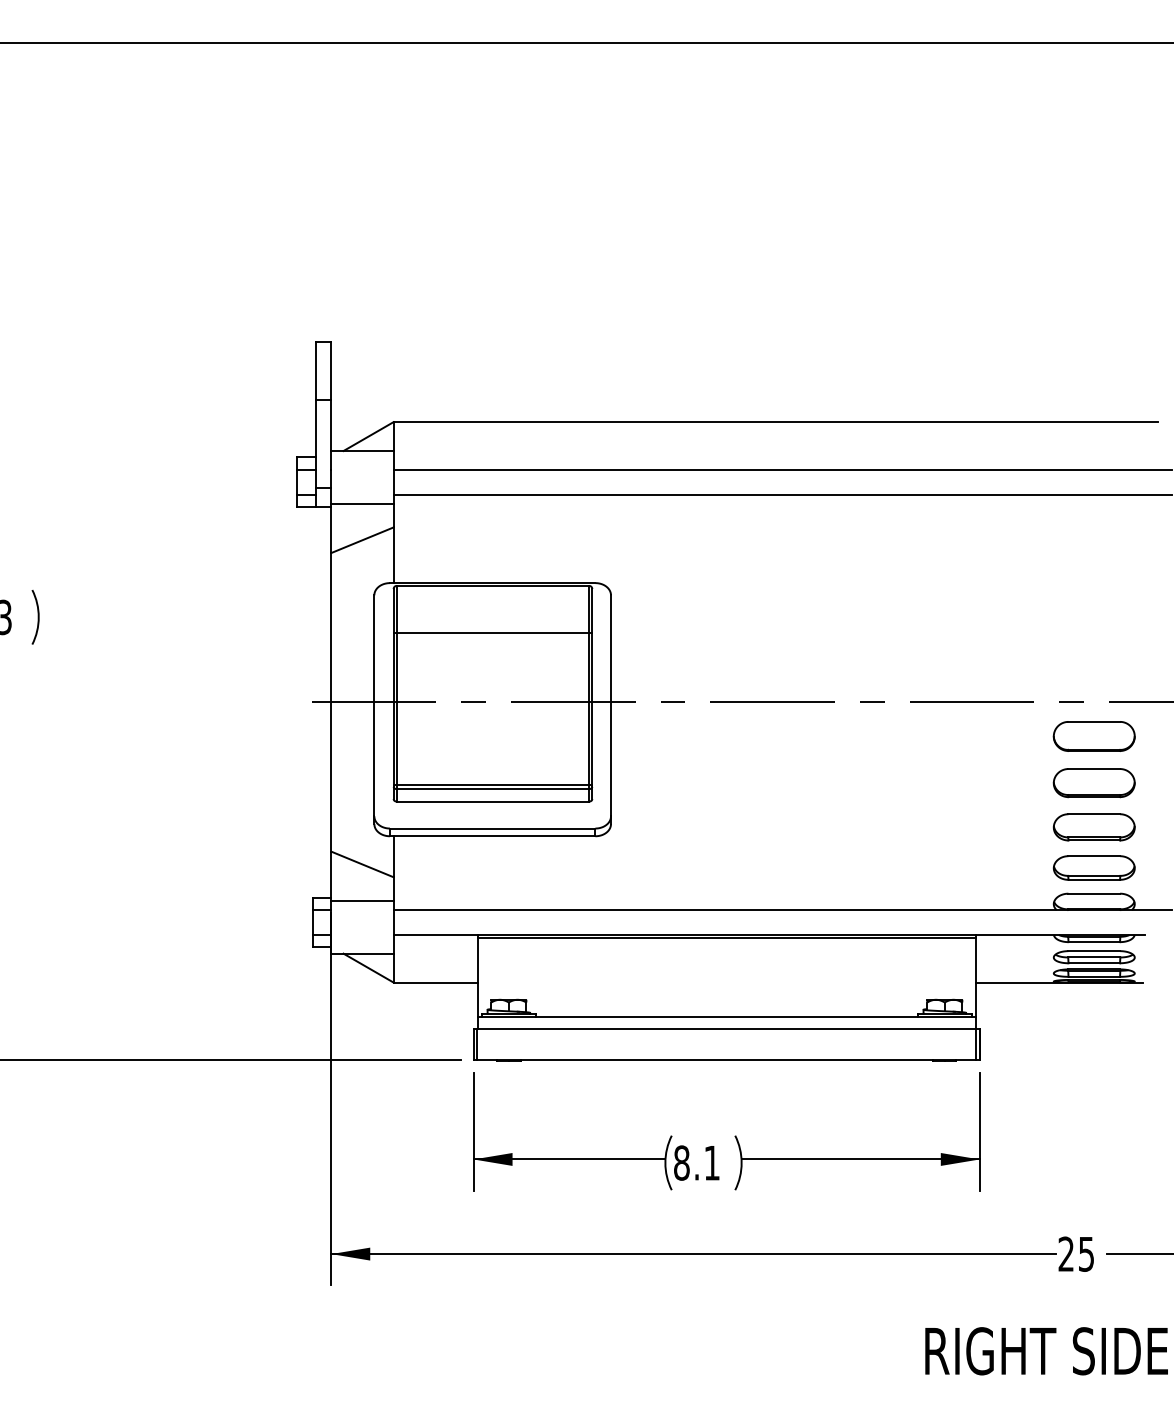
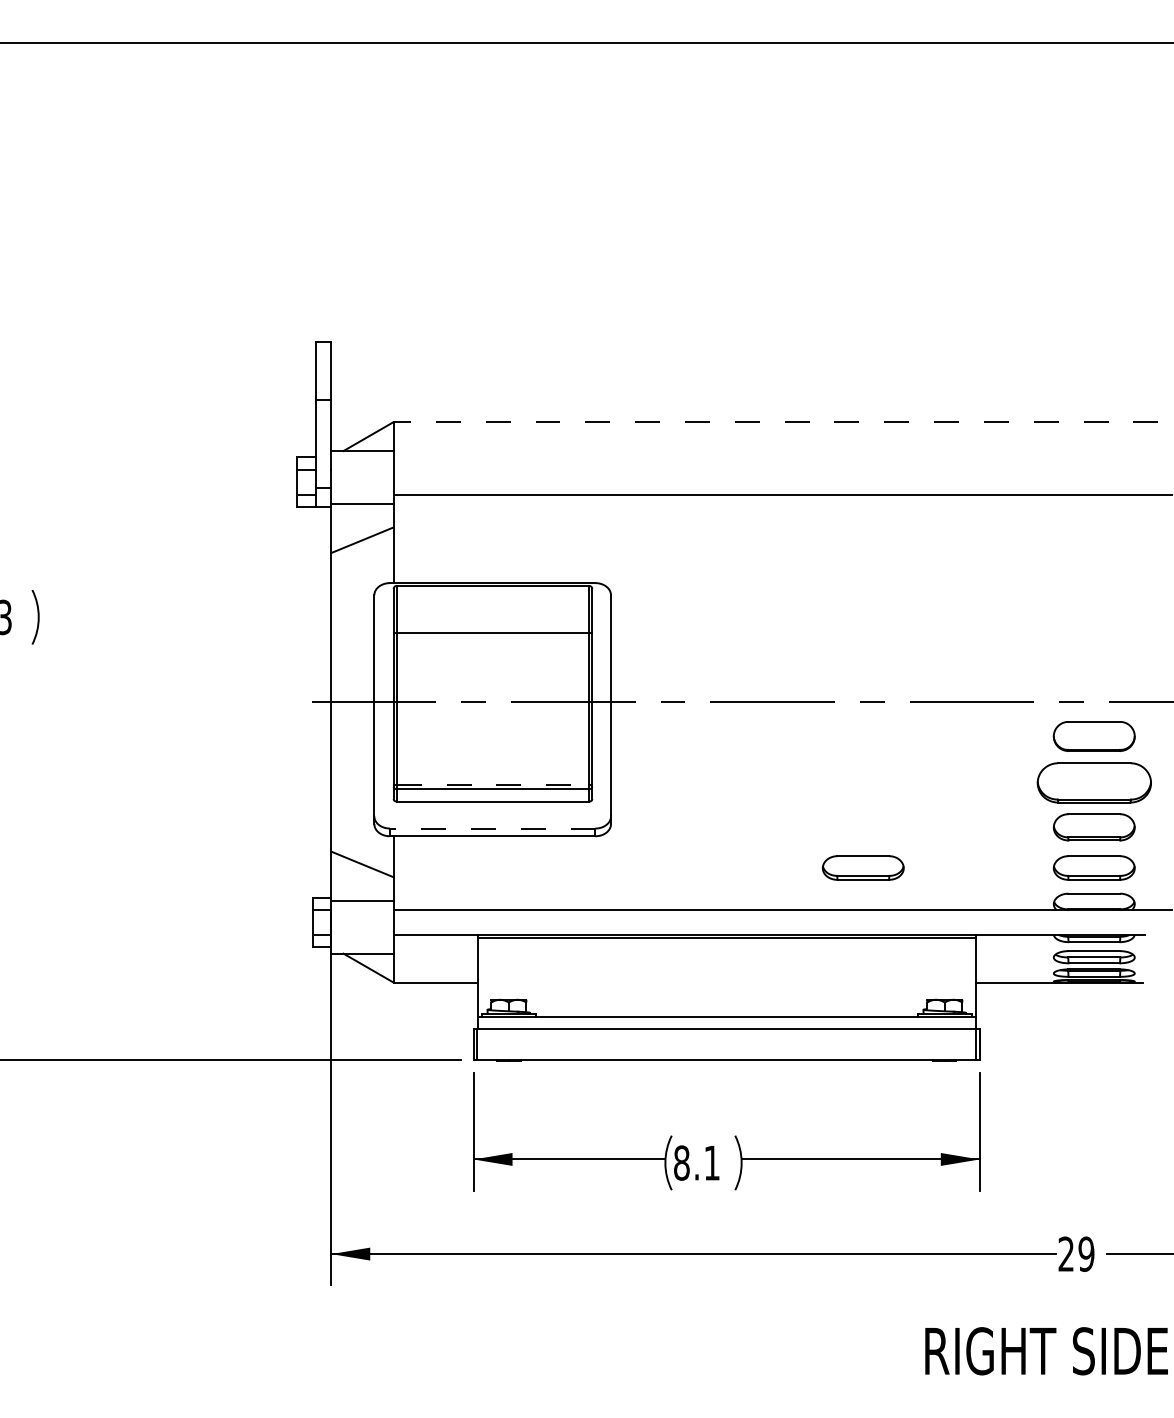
line at (775, 422): solid -> dashed
line at (781, 469): present -> none
part at (1093, 783) size: 84x31 px -> 116x42 px
line at (493, 784): solid -> dashed
line at (492, 828): solid -> dashed
part at (862, 867): none -> present
text at (1086, 1253): 25 -> 29
